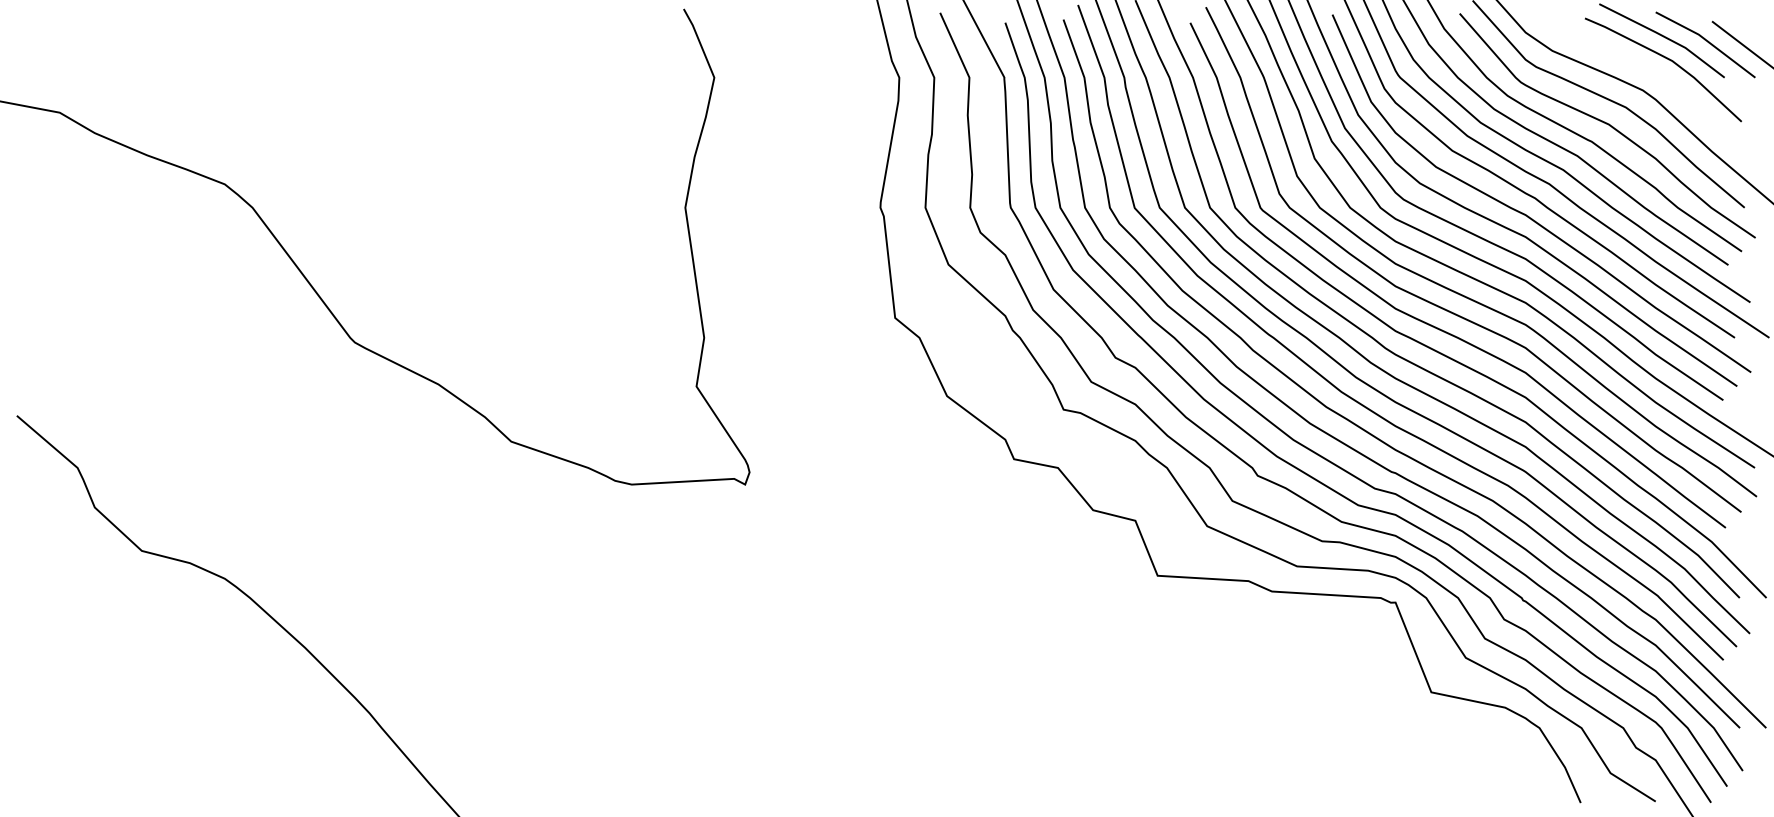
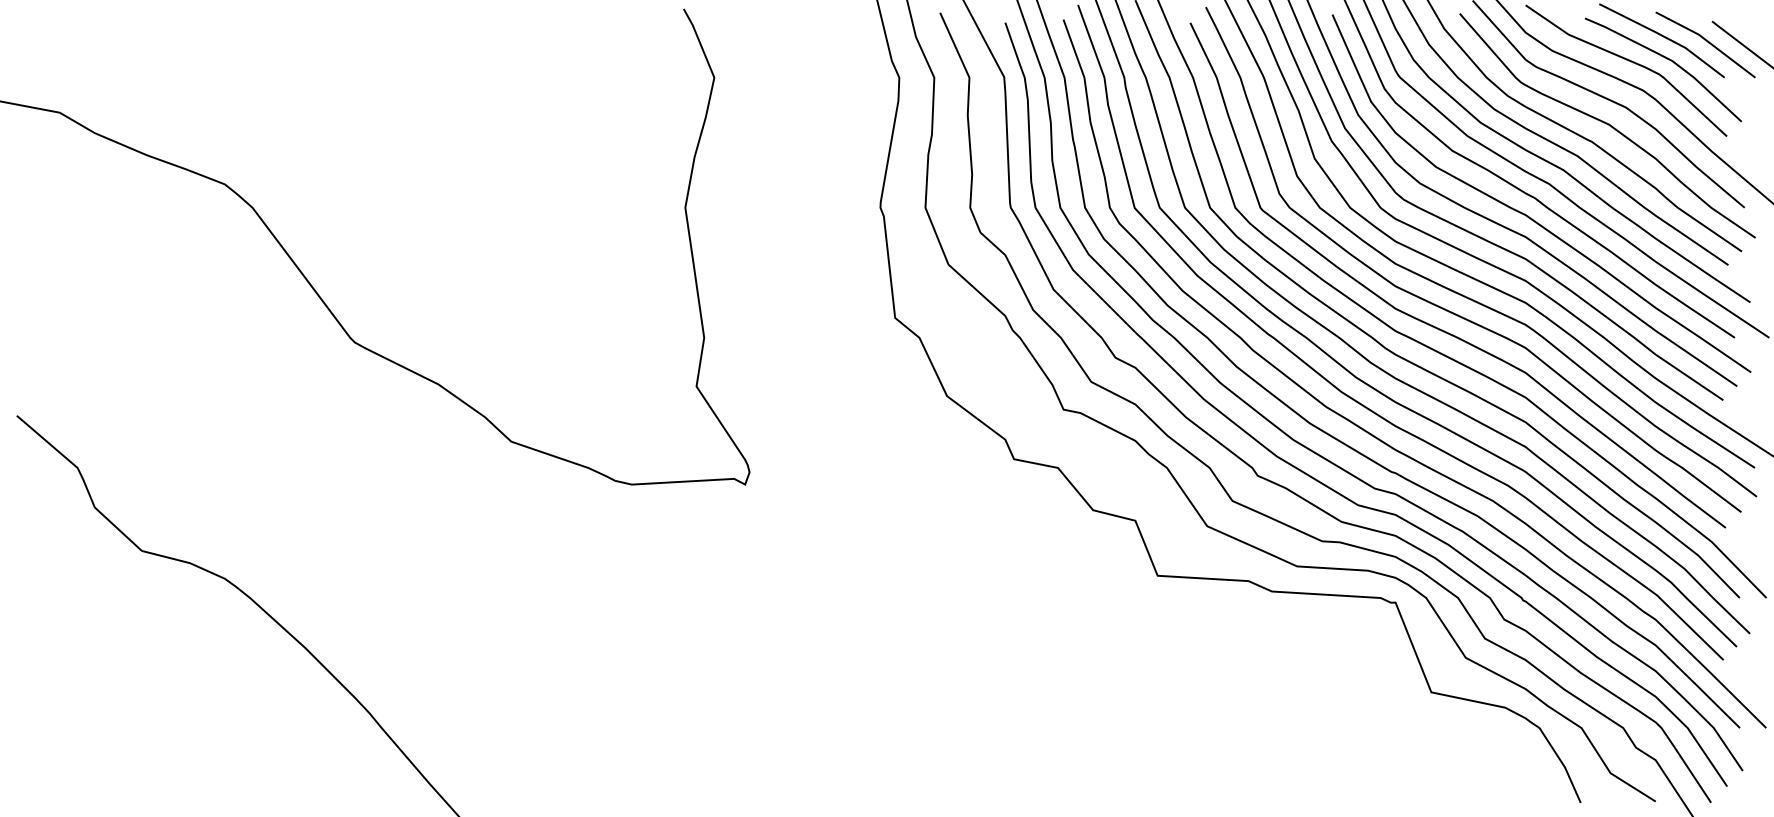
curve at (1628, 61): none -> present
